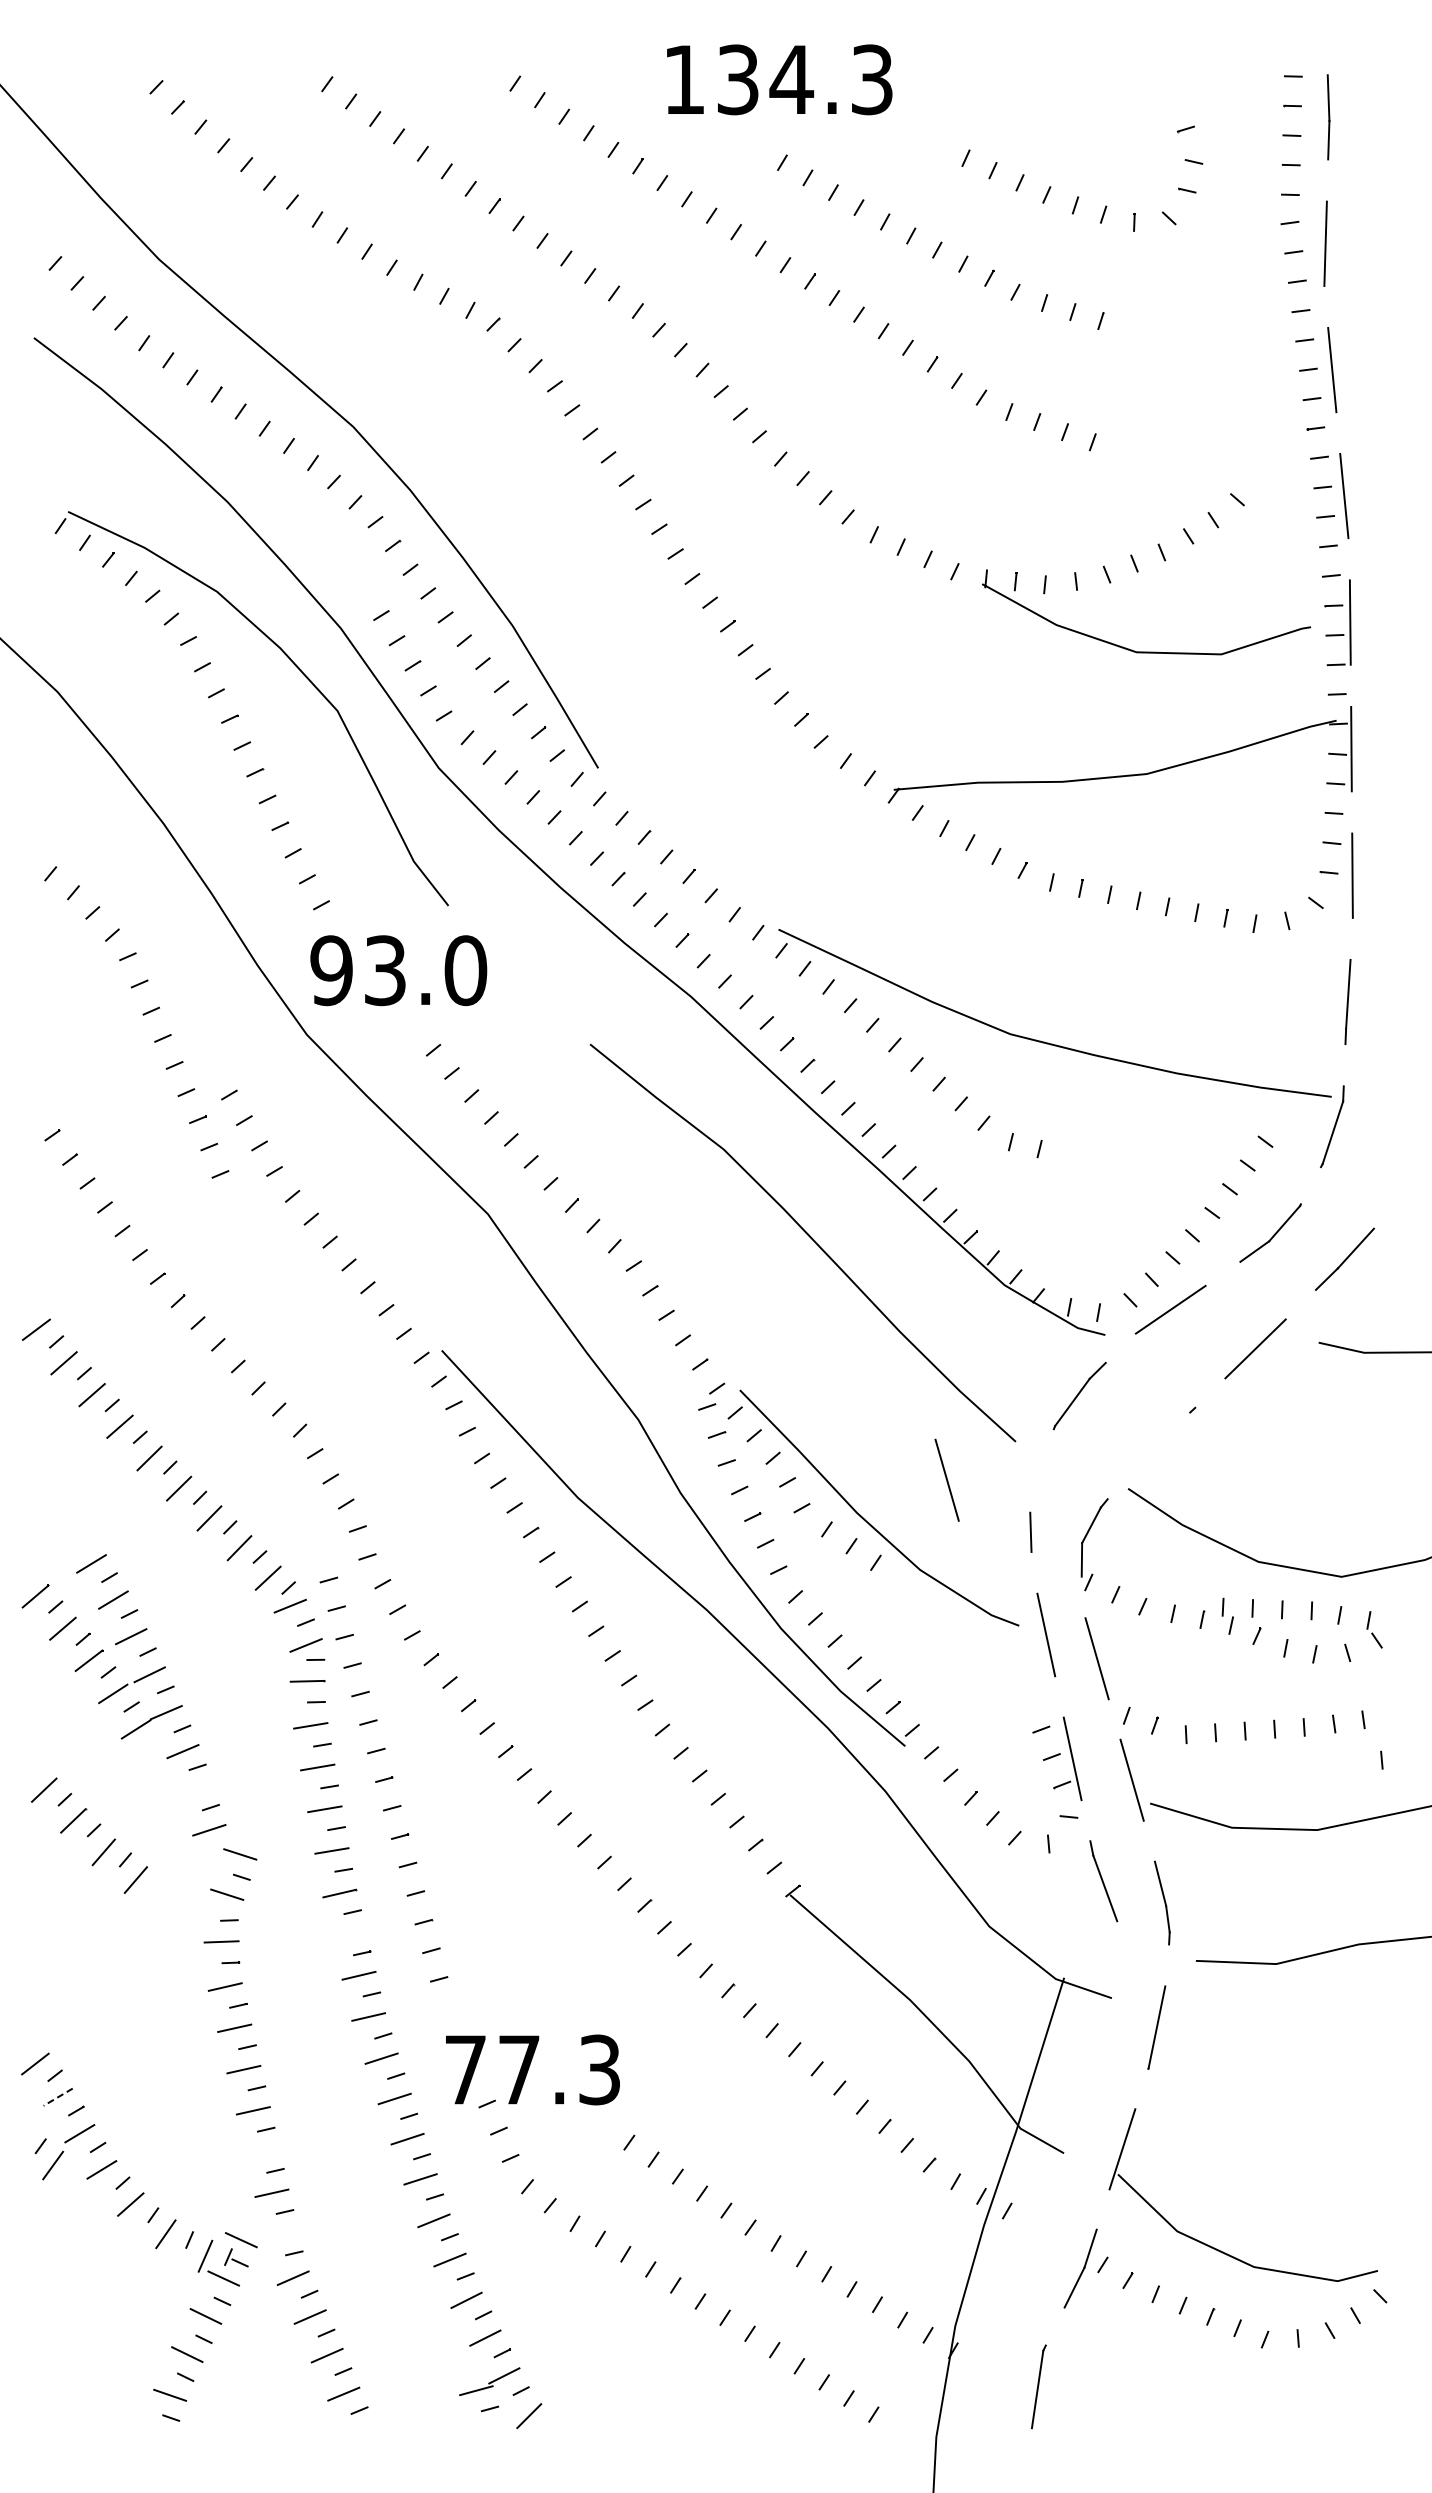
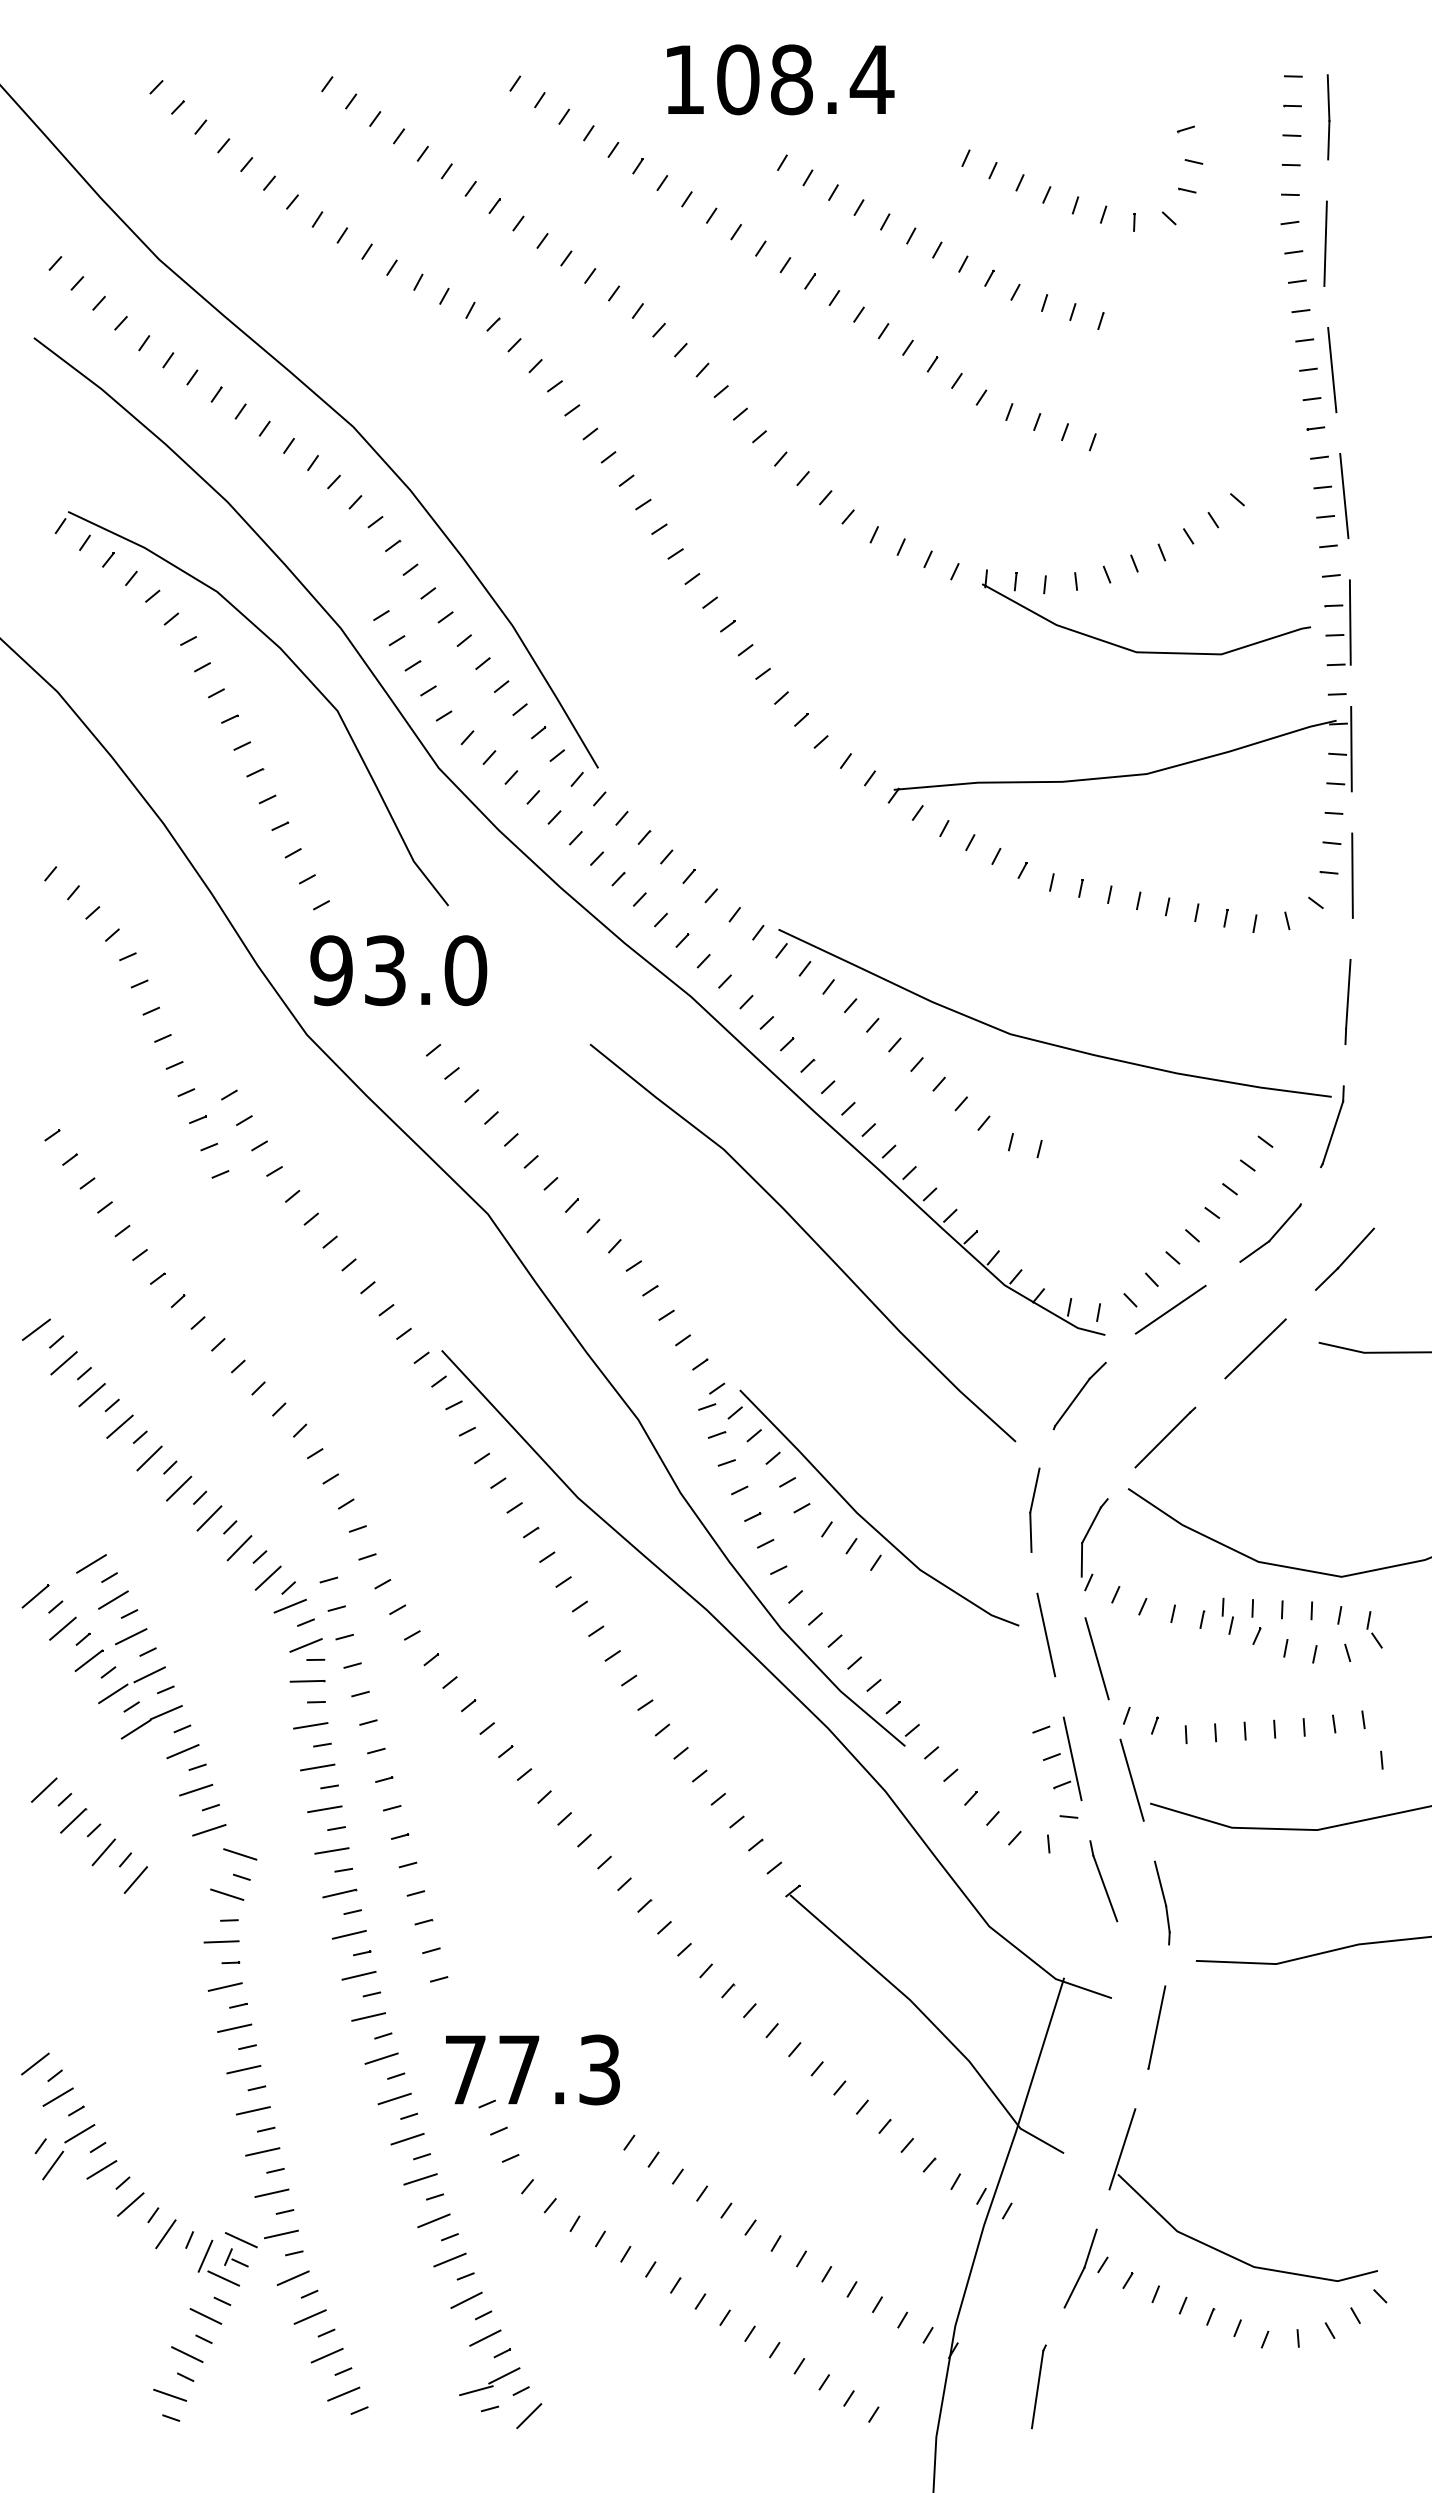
text at (805, 79): 134.3 -> 108.4
line at (1162, 1439): none -> present
line at (946, 1479): present -> none
line at (1034, 1490): none -> present
line at (196, 1789): none -> present
line at (348, 1934): none -> present
line at (58, 2097): dashed -> solid
line at (262, 2151): none -> present
line at (280, 2234): none -> present
